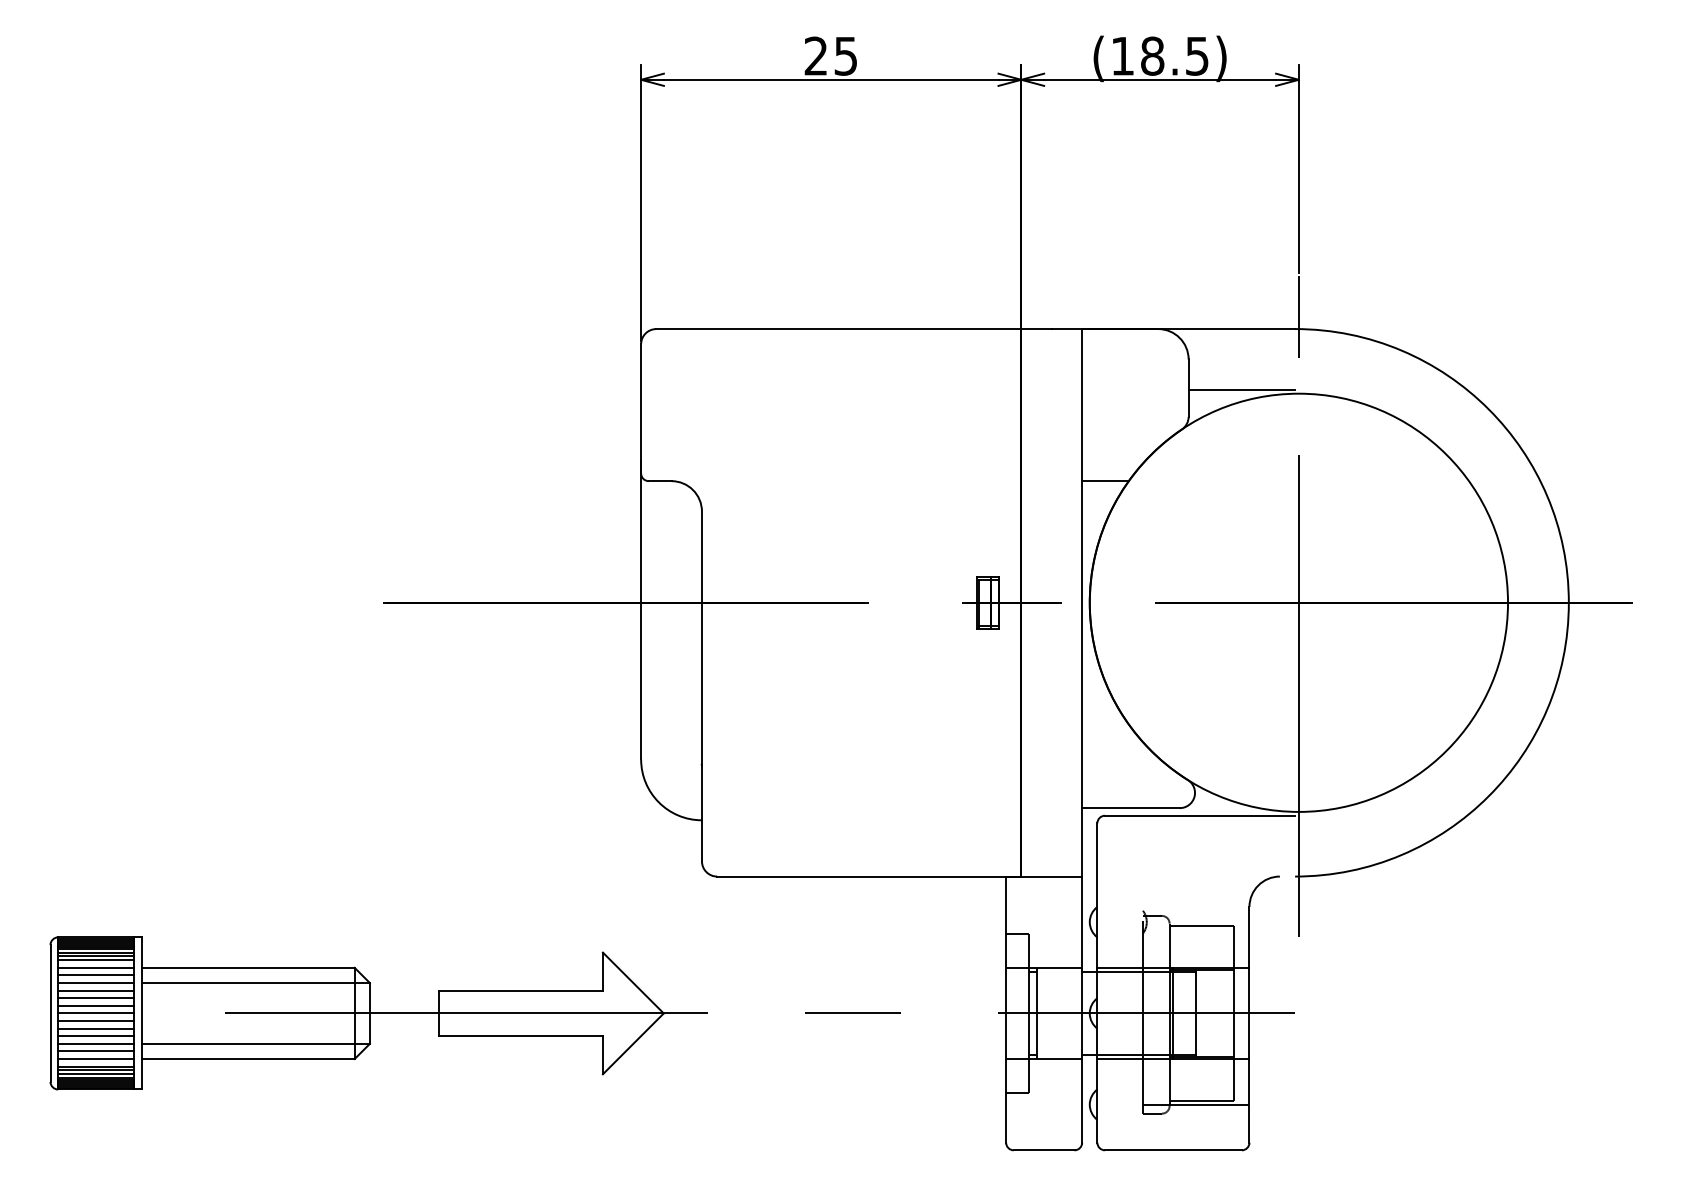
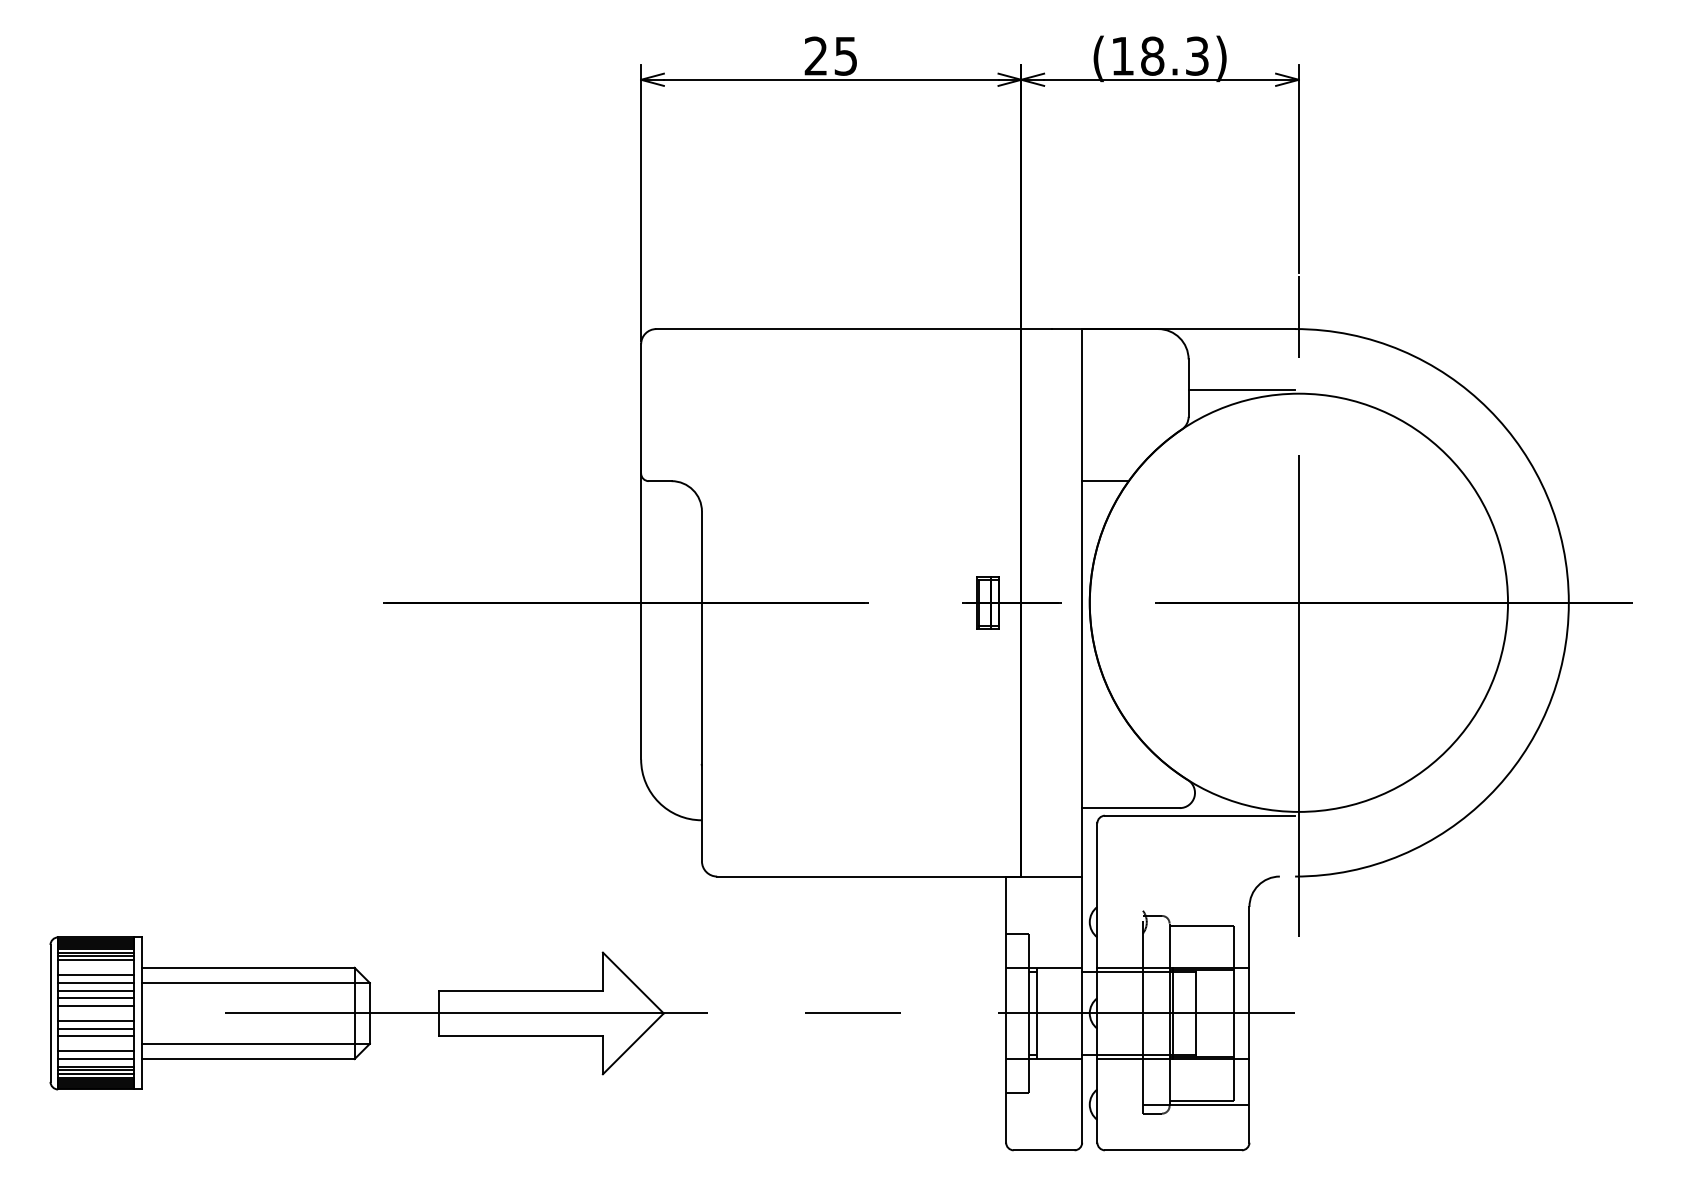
text at (1197, 55): (18.5) -> (18.3)
line at (96, 967): present -> none
line at (96, 1013): present -> none
line at (96, 1043): present -> none
